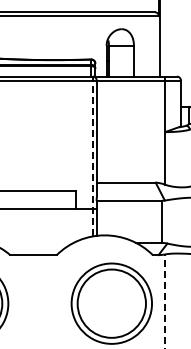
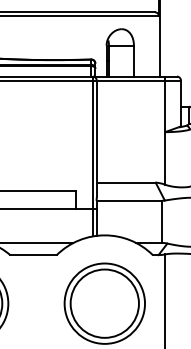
line at (92, 156): dashed -> solid
line at (37, 243): none -> present
line at (164, 301): dashed -> solid
part at (111, 303) position: (111, 303) -> (104, 303)
